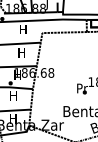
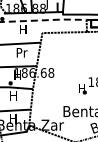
line at (44, 20): solid -> dashed
text at (21, 52): H -> Pr
text at (82, 88): Pr -> H
